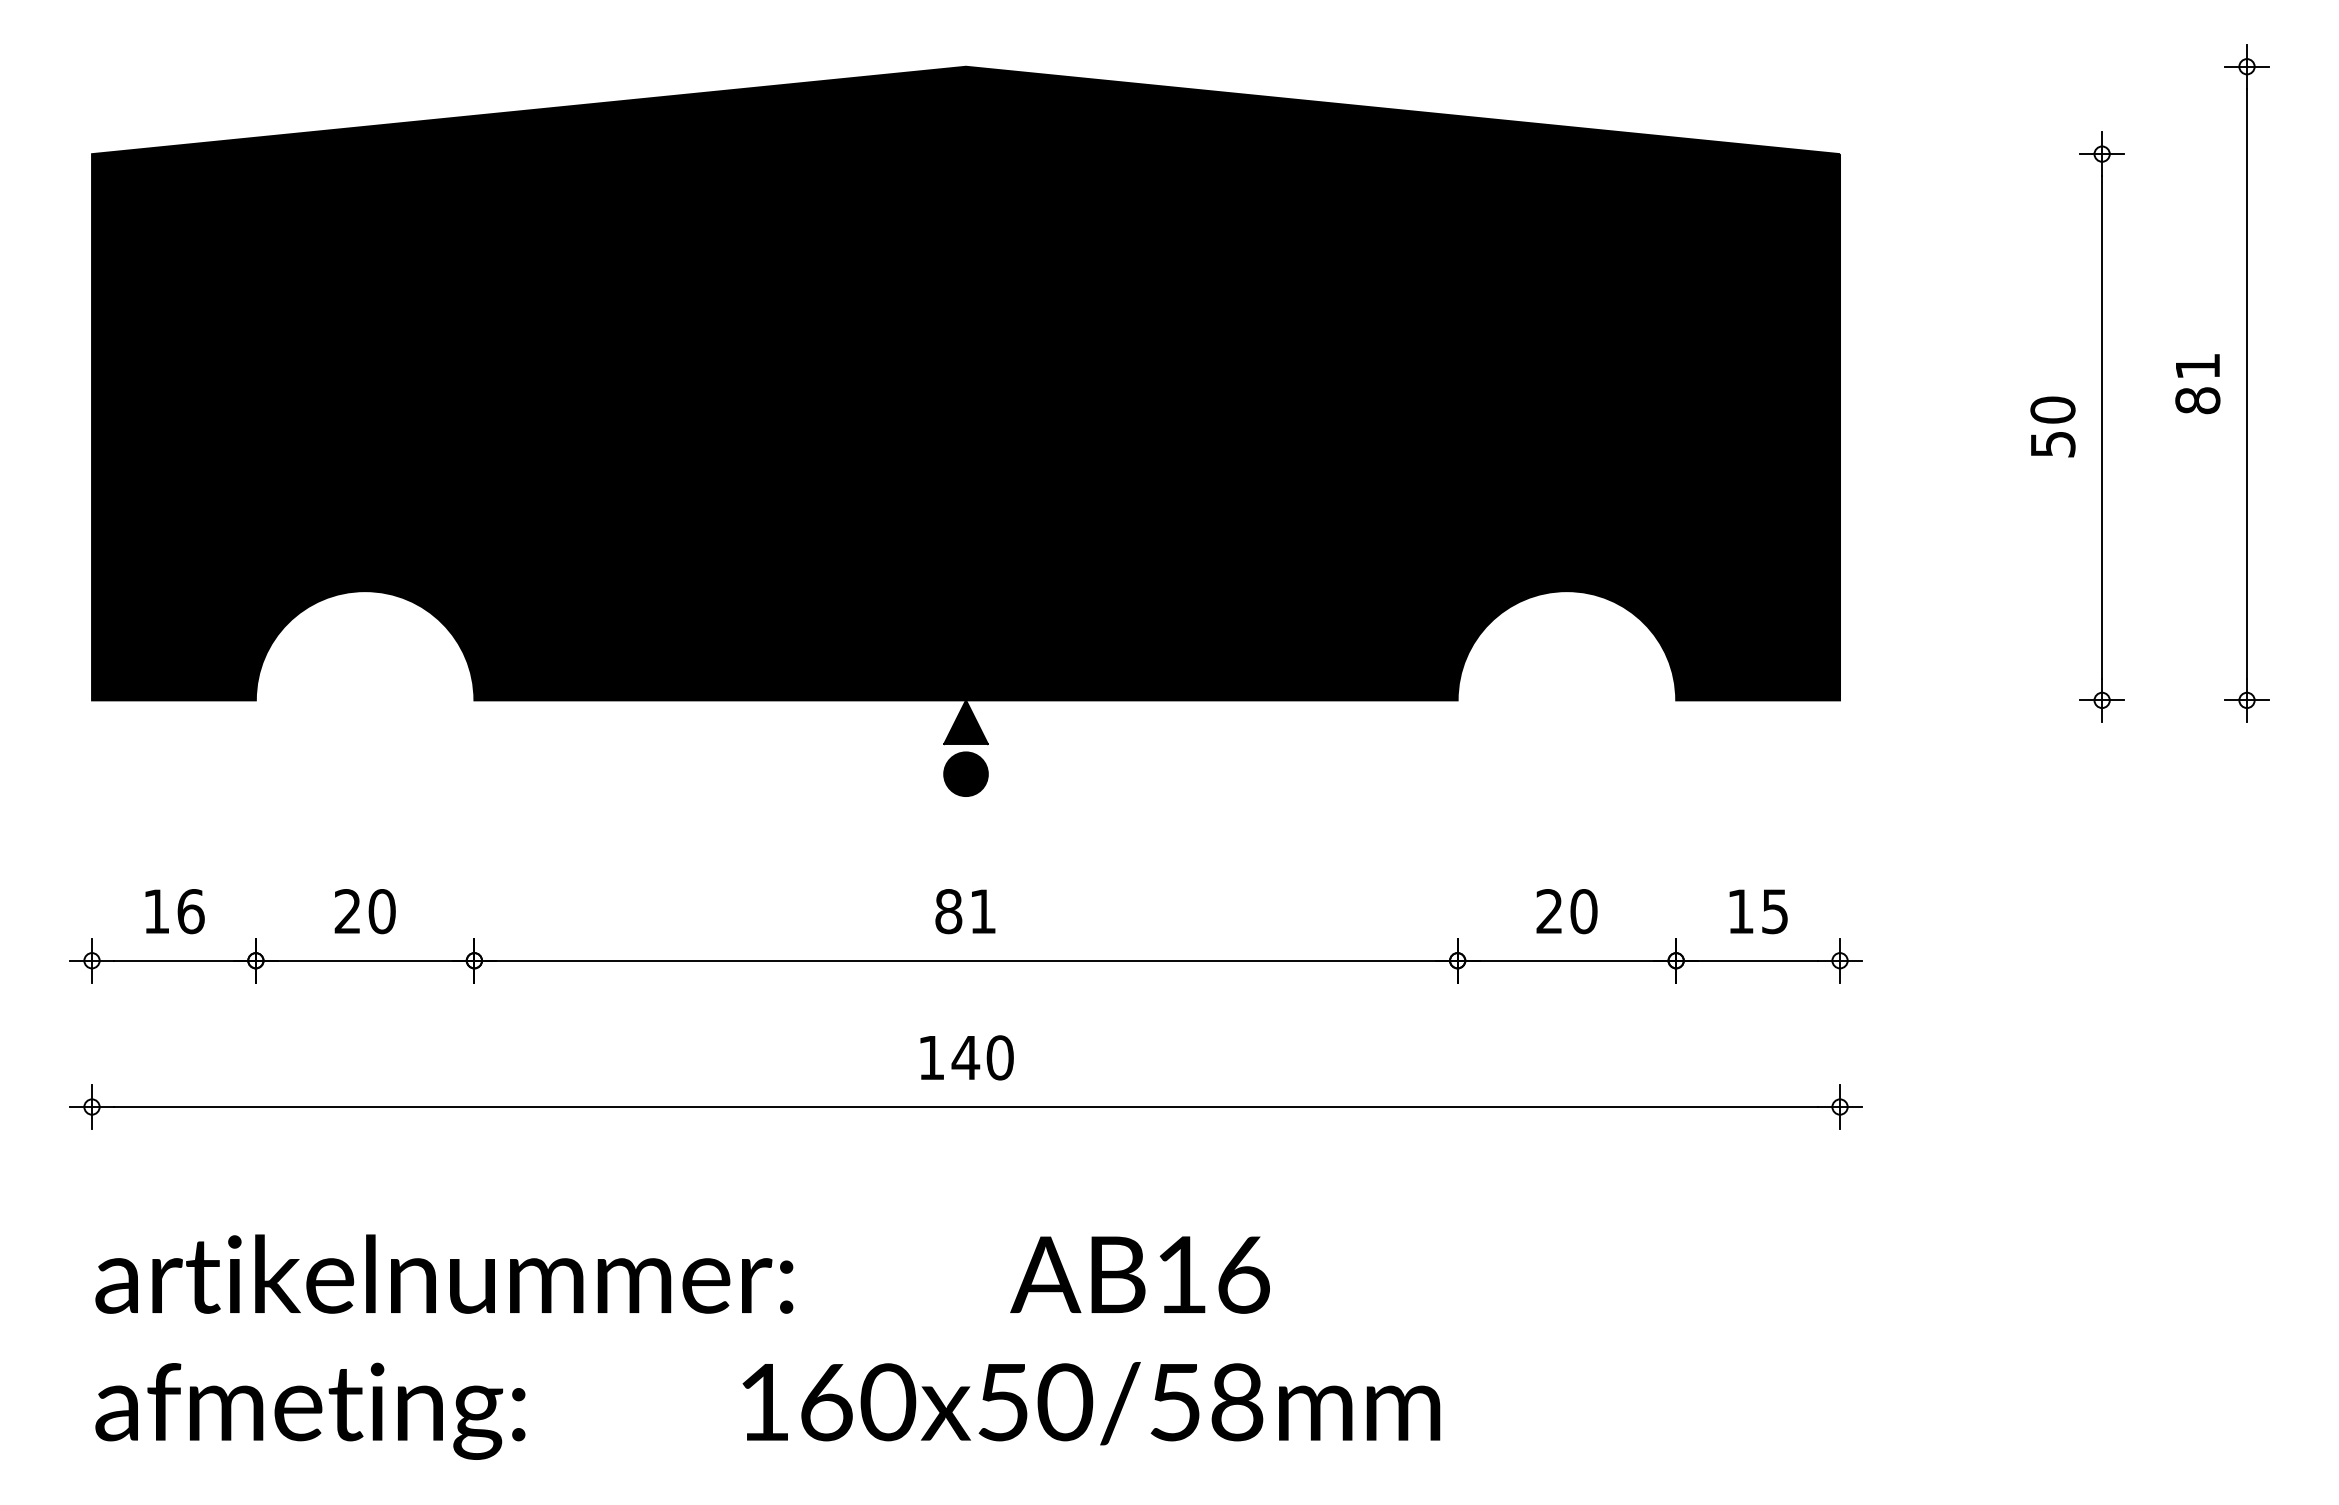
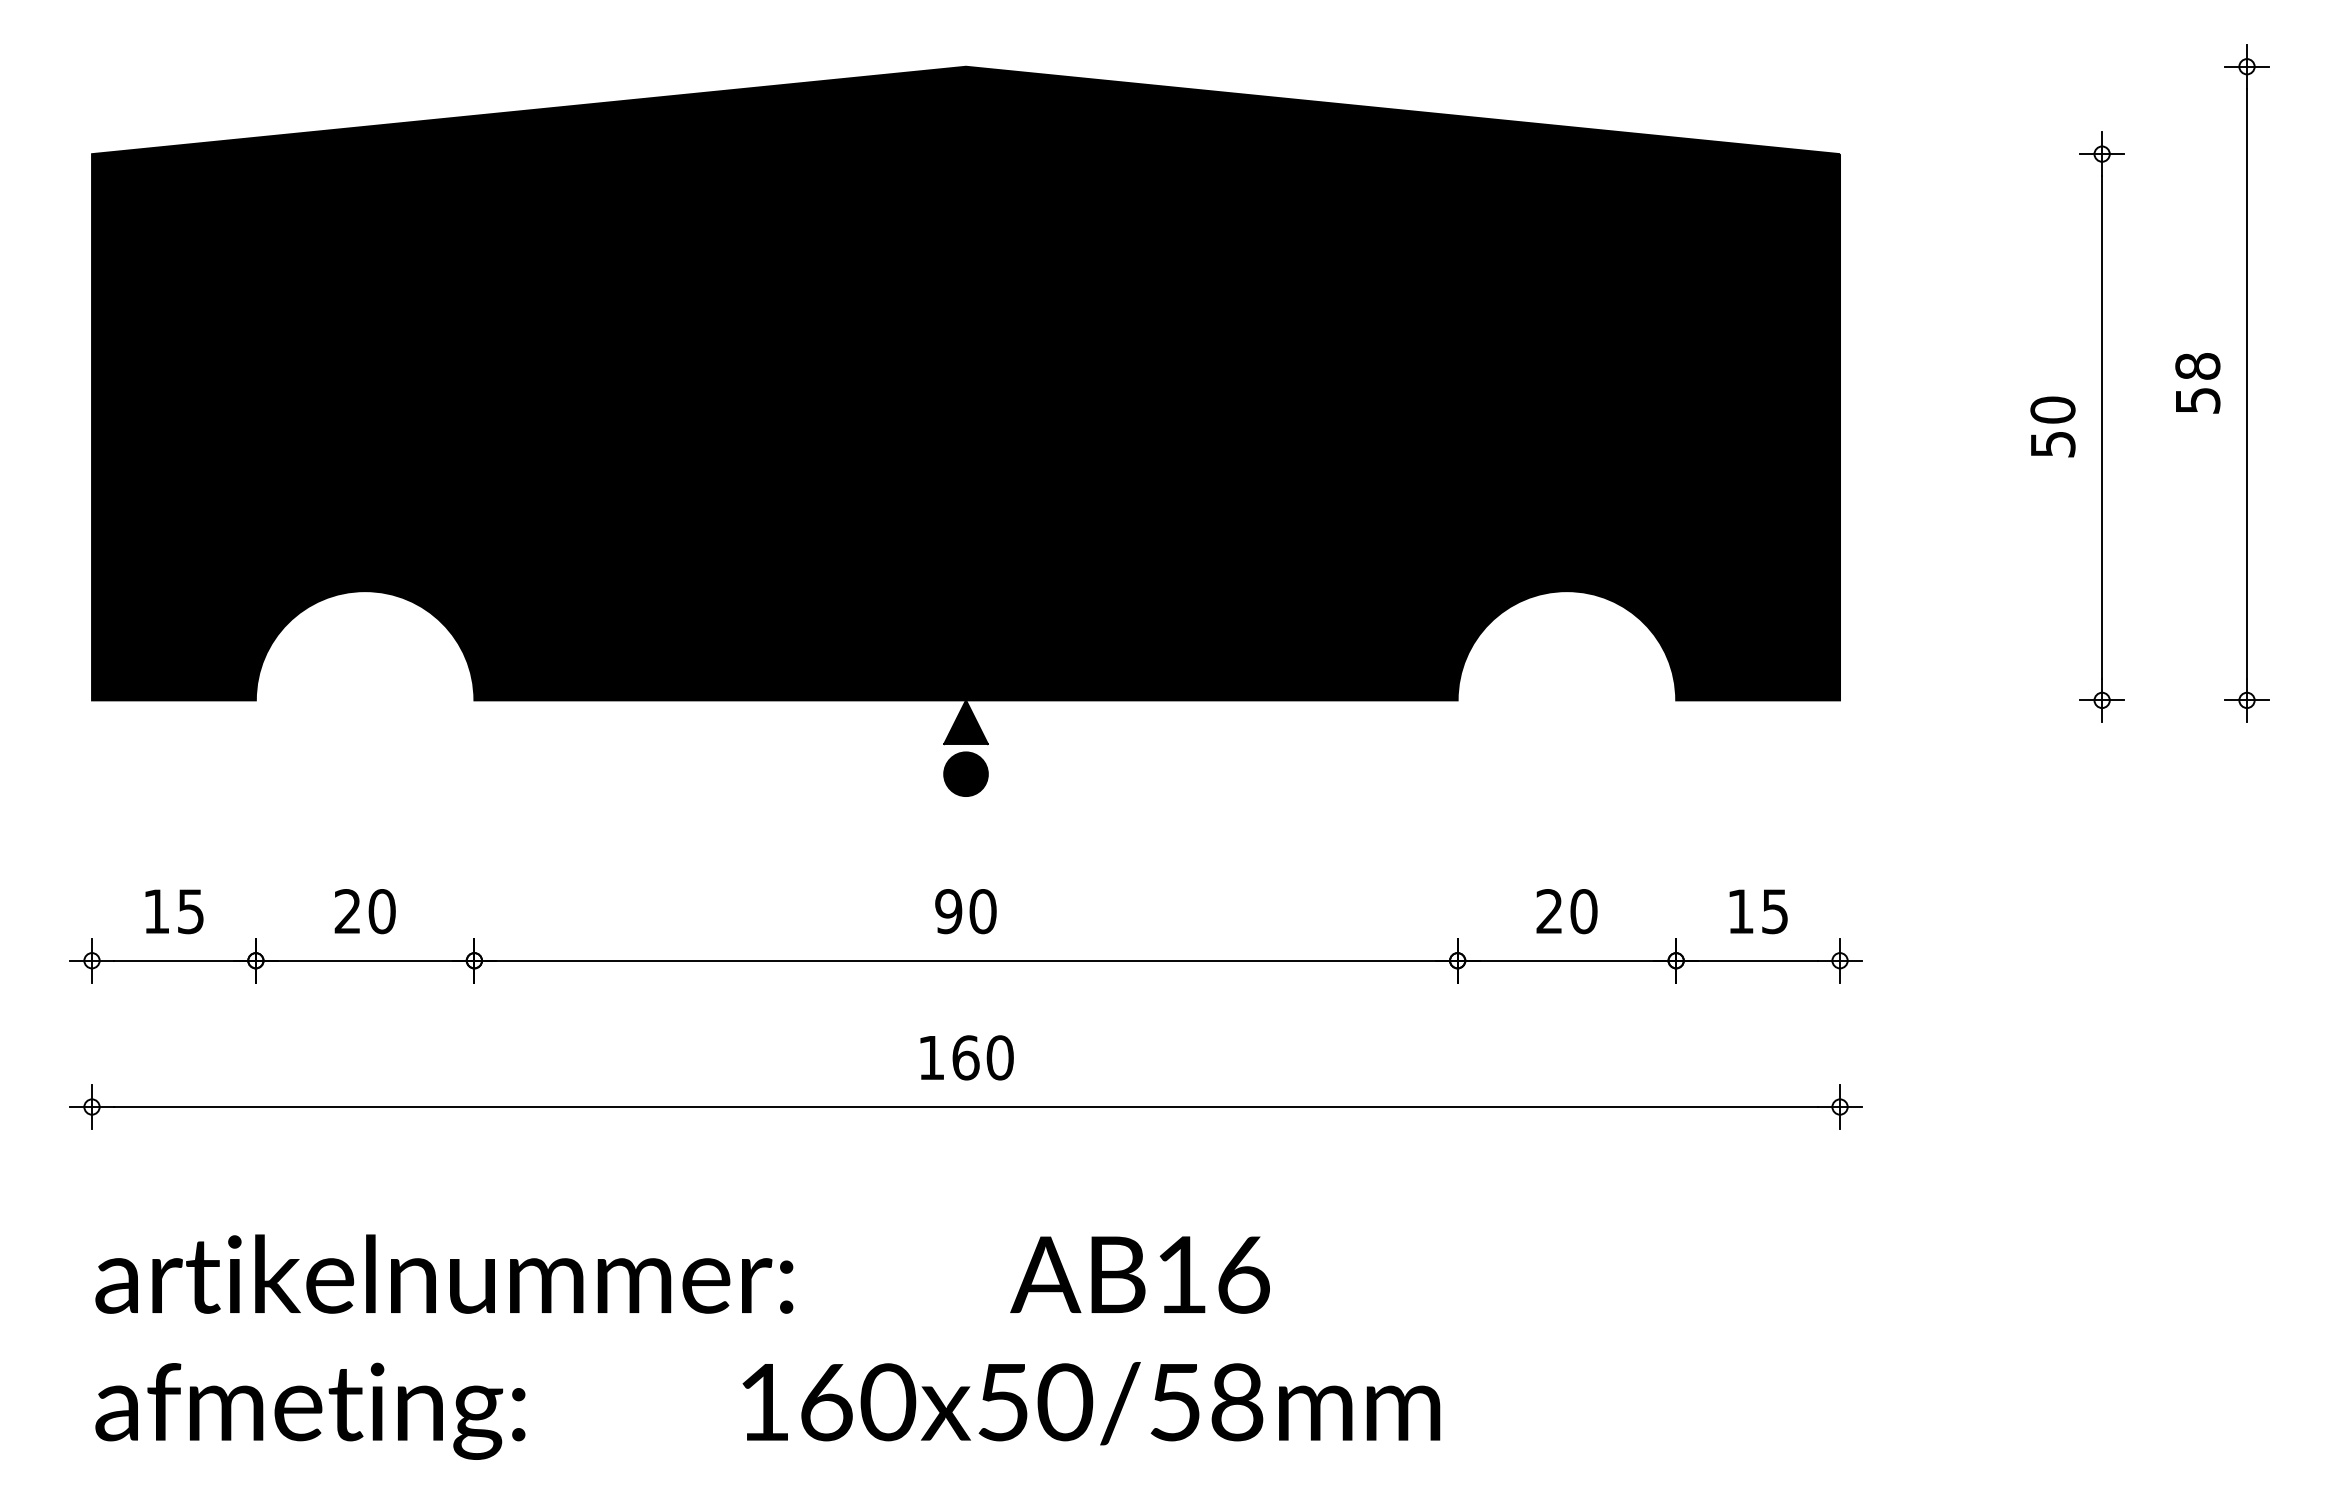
text at (2197, 383): 81 -> 58
text at (190, 911): 16 -> 15
text at (965, 911): 81 -> 90
text at (965, 1057): 140 -> 160
